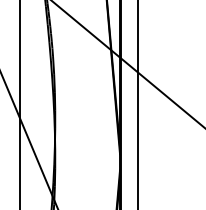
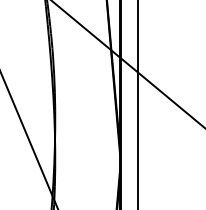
line at (19, 104): present -> none
